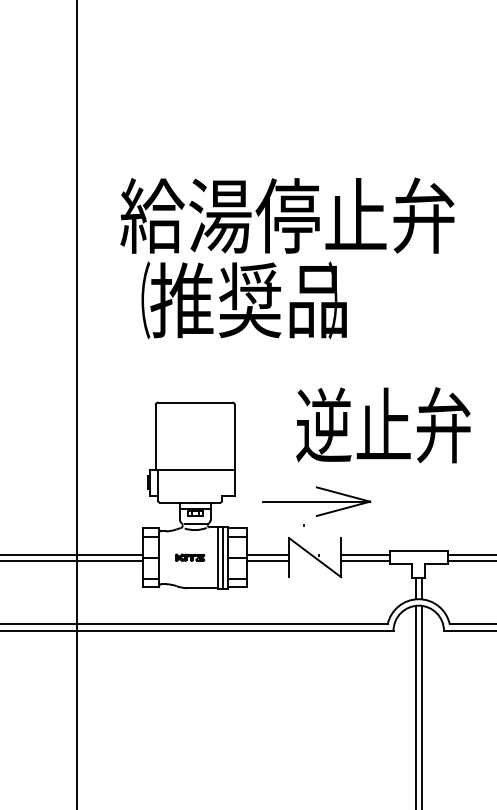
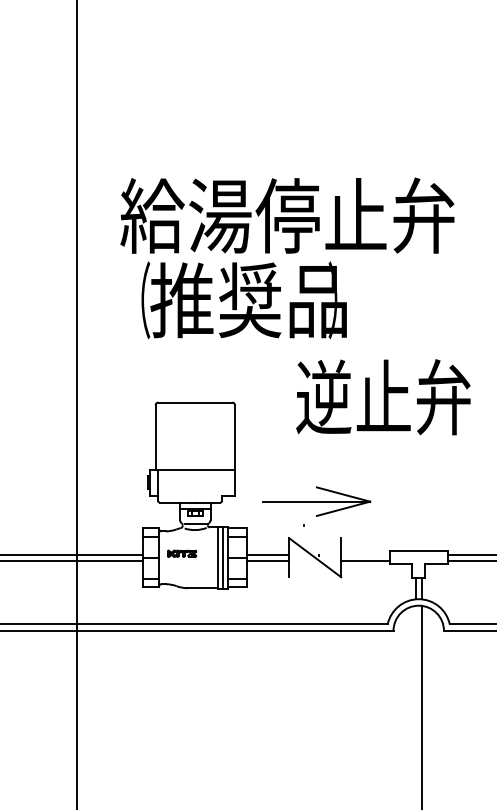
text at (383, 425) position: (383, 425) -> (383, 397)
line at (365, 554): present -> none
part at (190, 557) position: (190, 557) -> (182, 553)
line at (415, 705): present -> none
